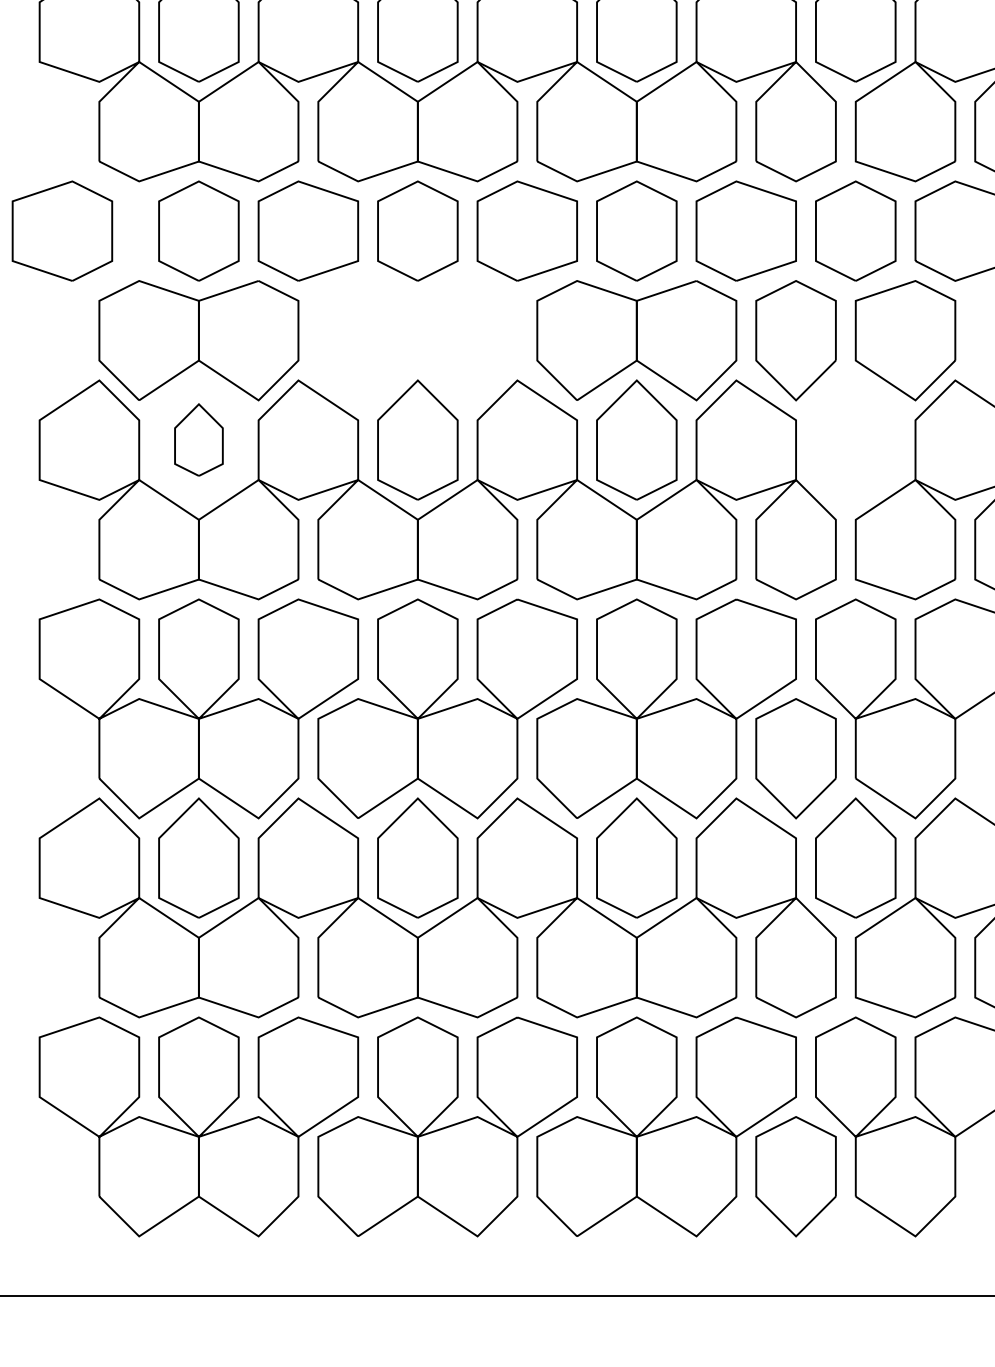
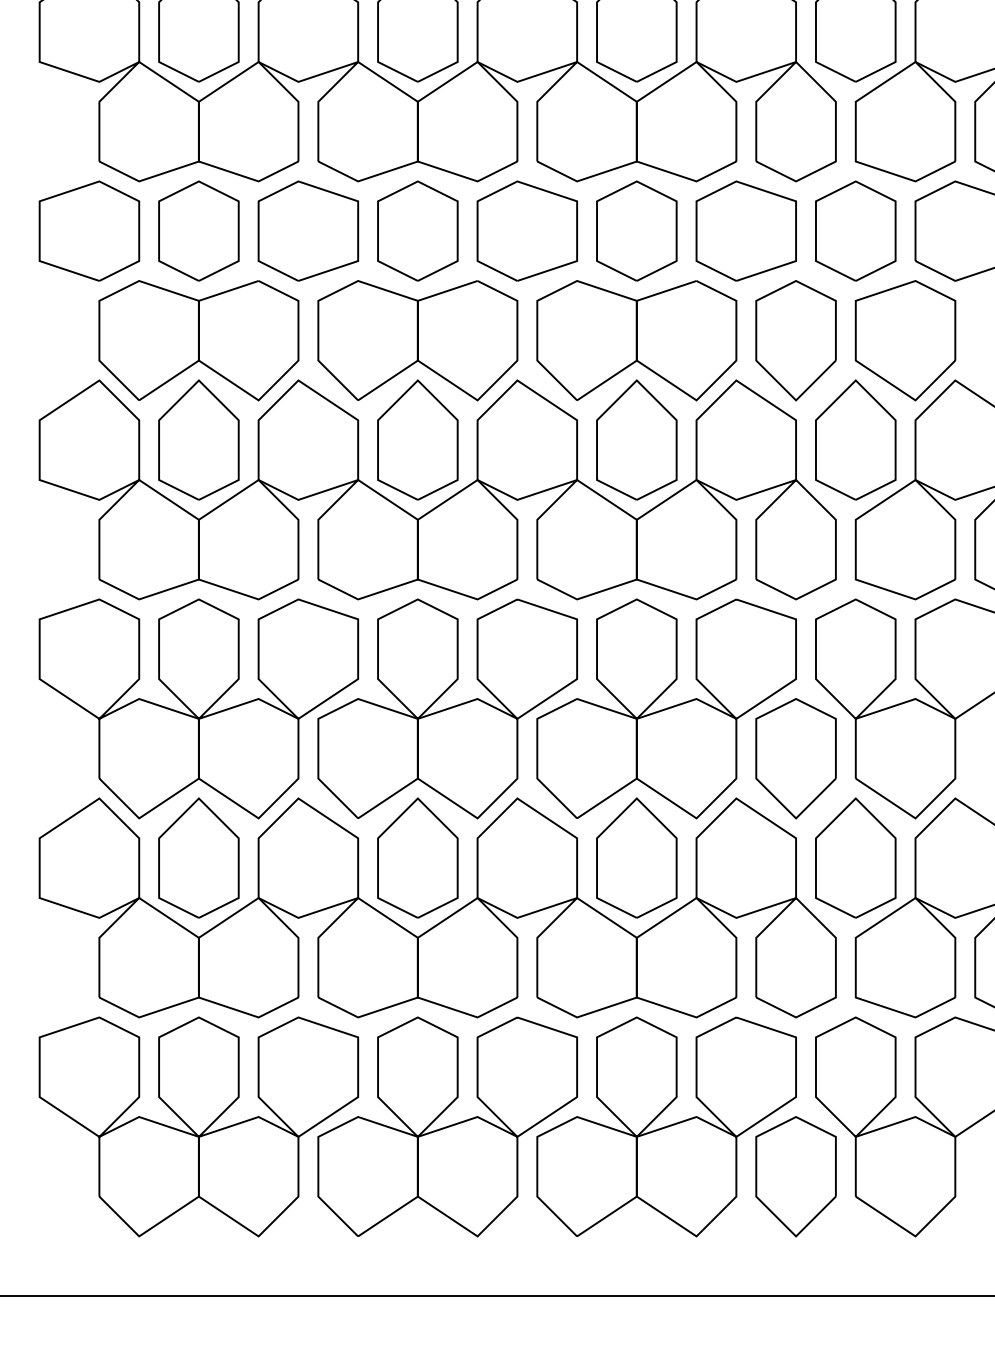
part at (62, 230) position: (62, 230) -> (89, 230)
part at (417, 340): none -> present
part at (198, 439) size: 50x74 px -> 82x122 px
part at (855, 439): none -> present
